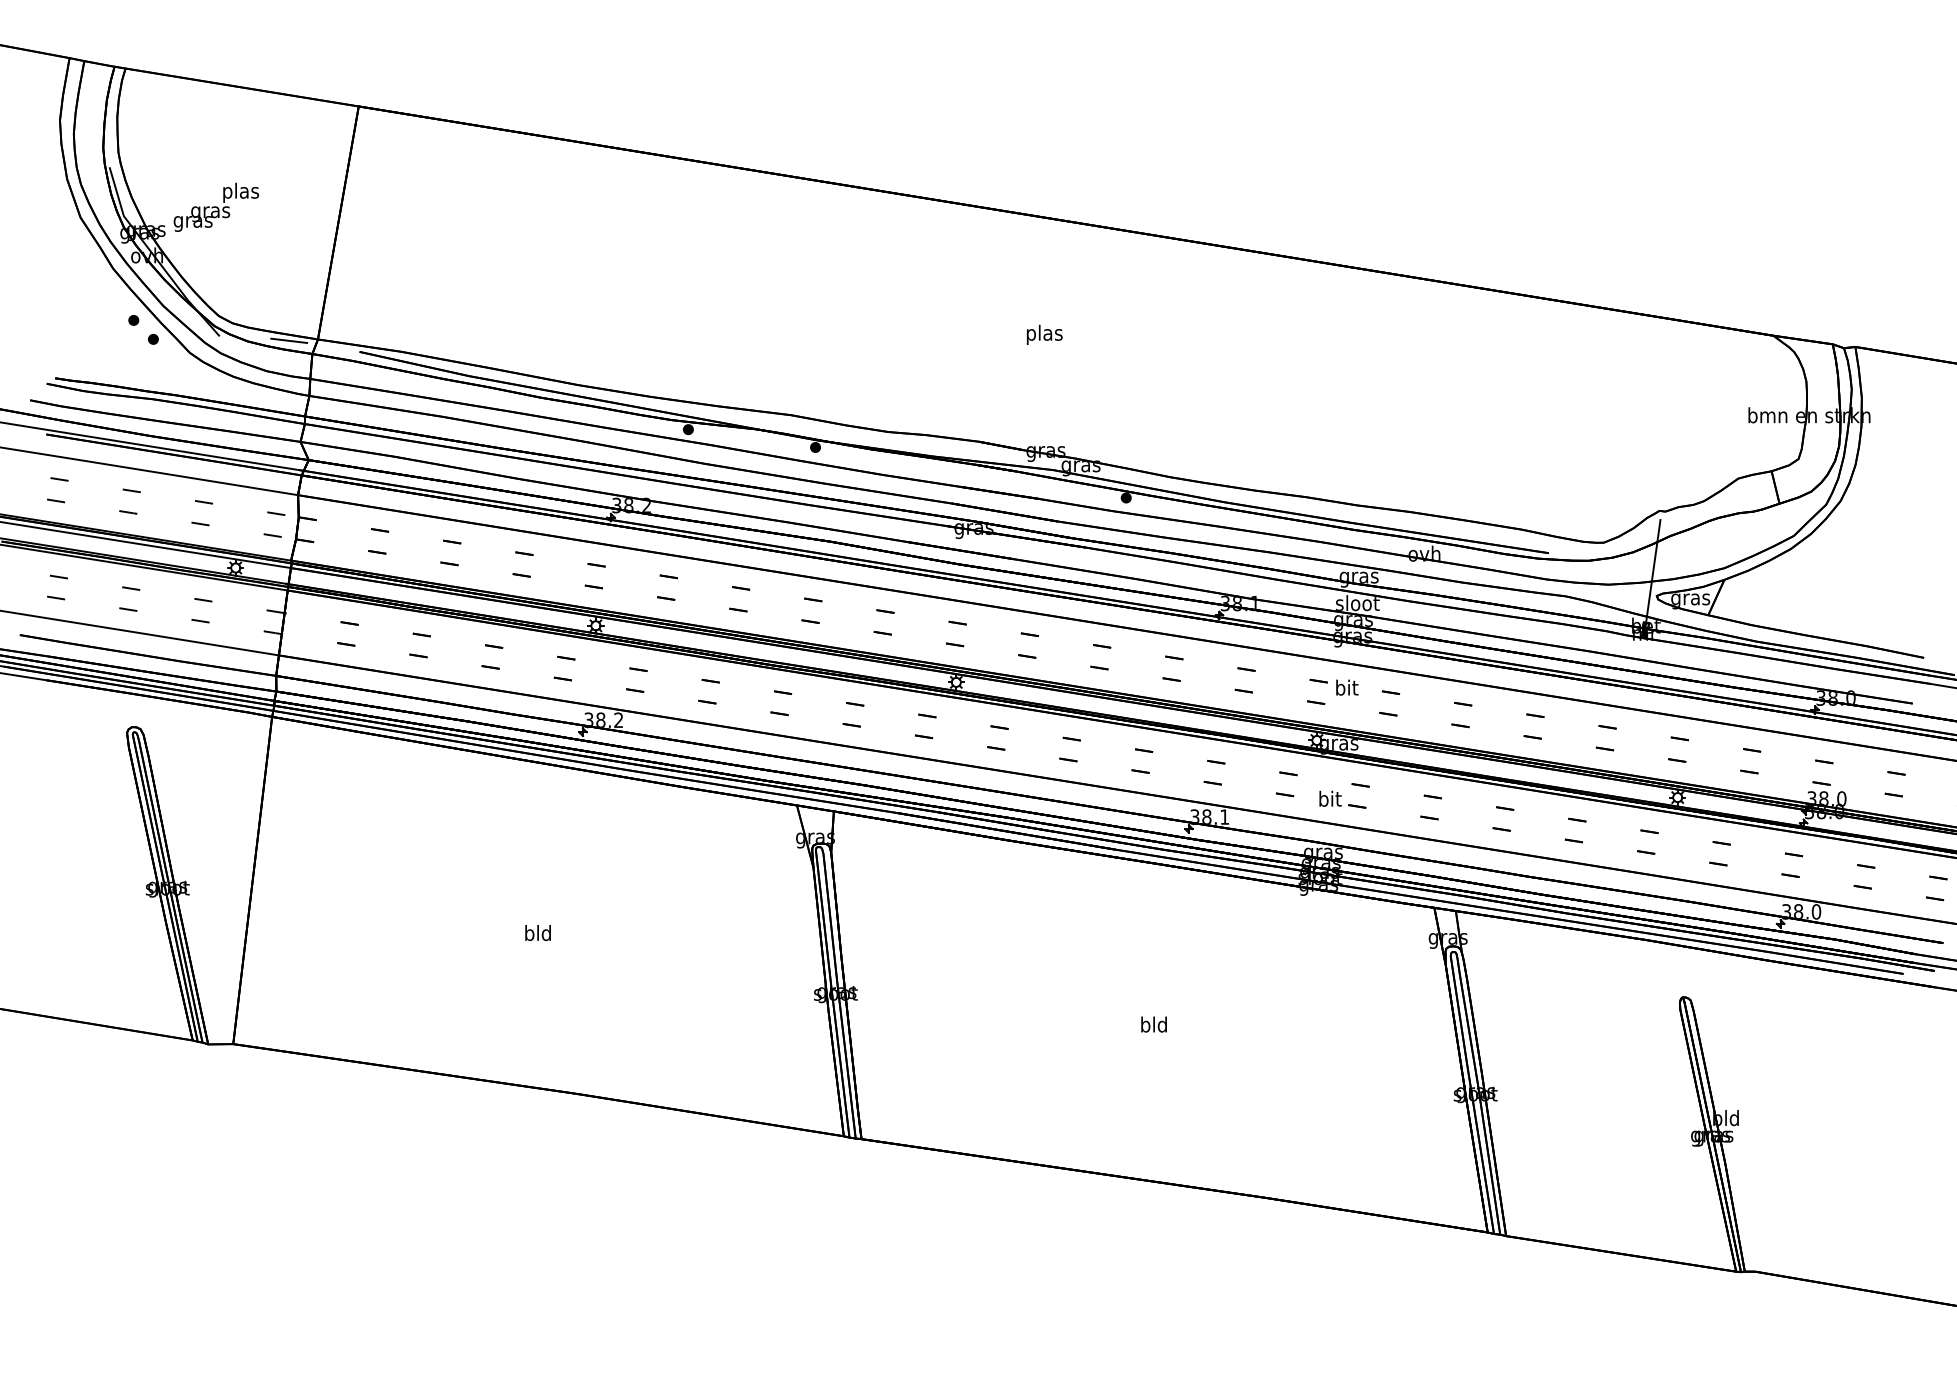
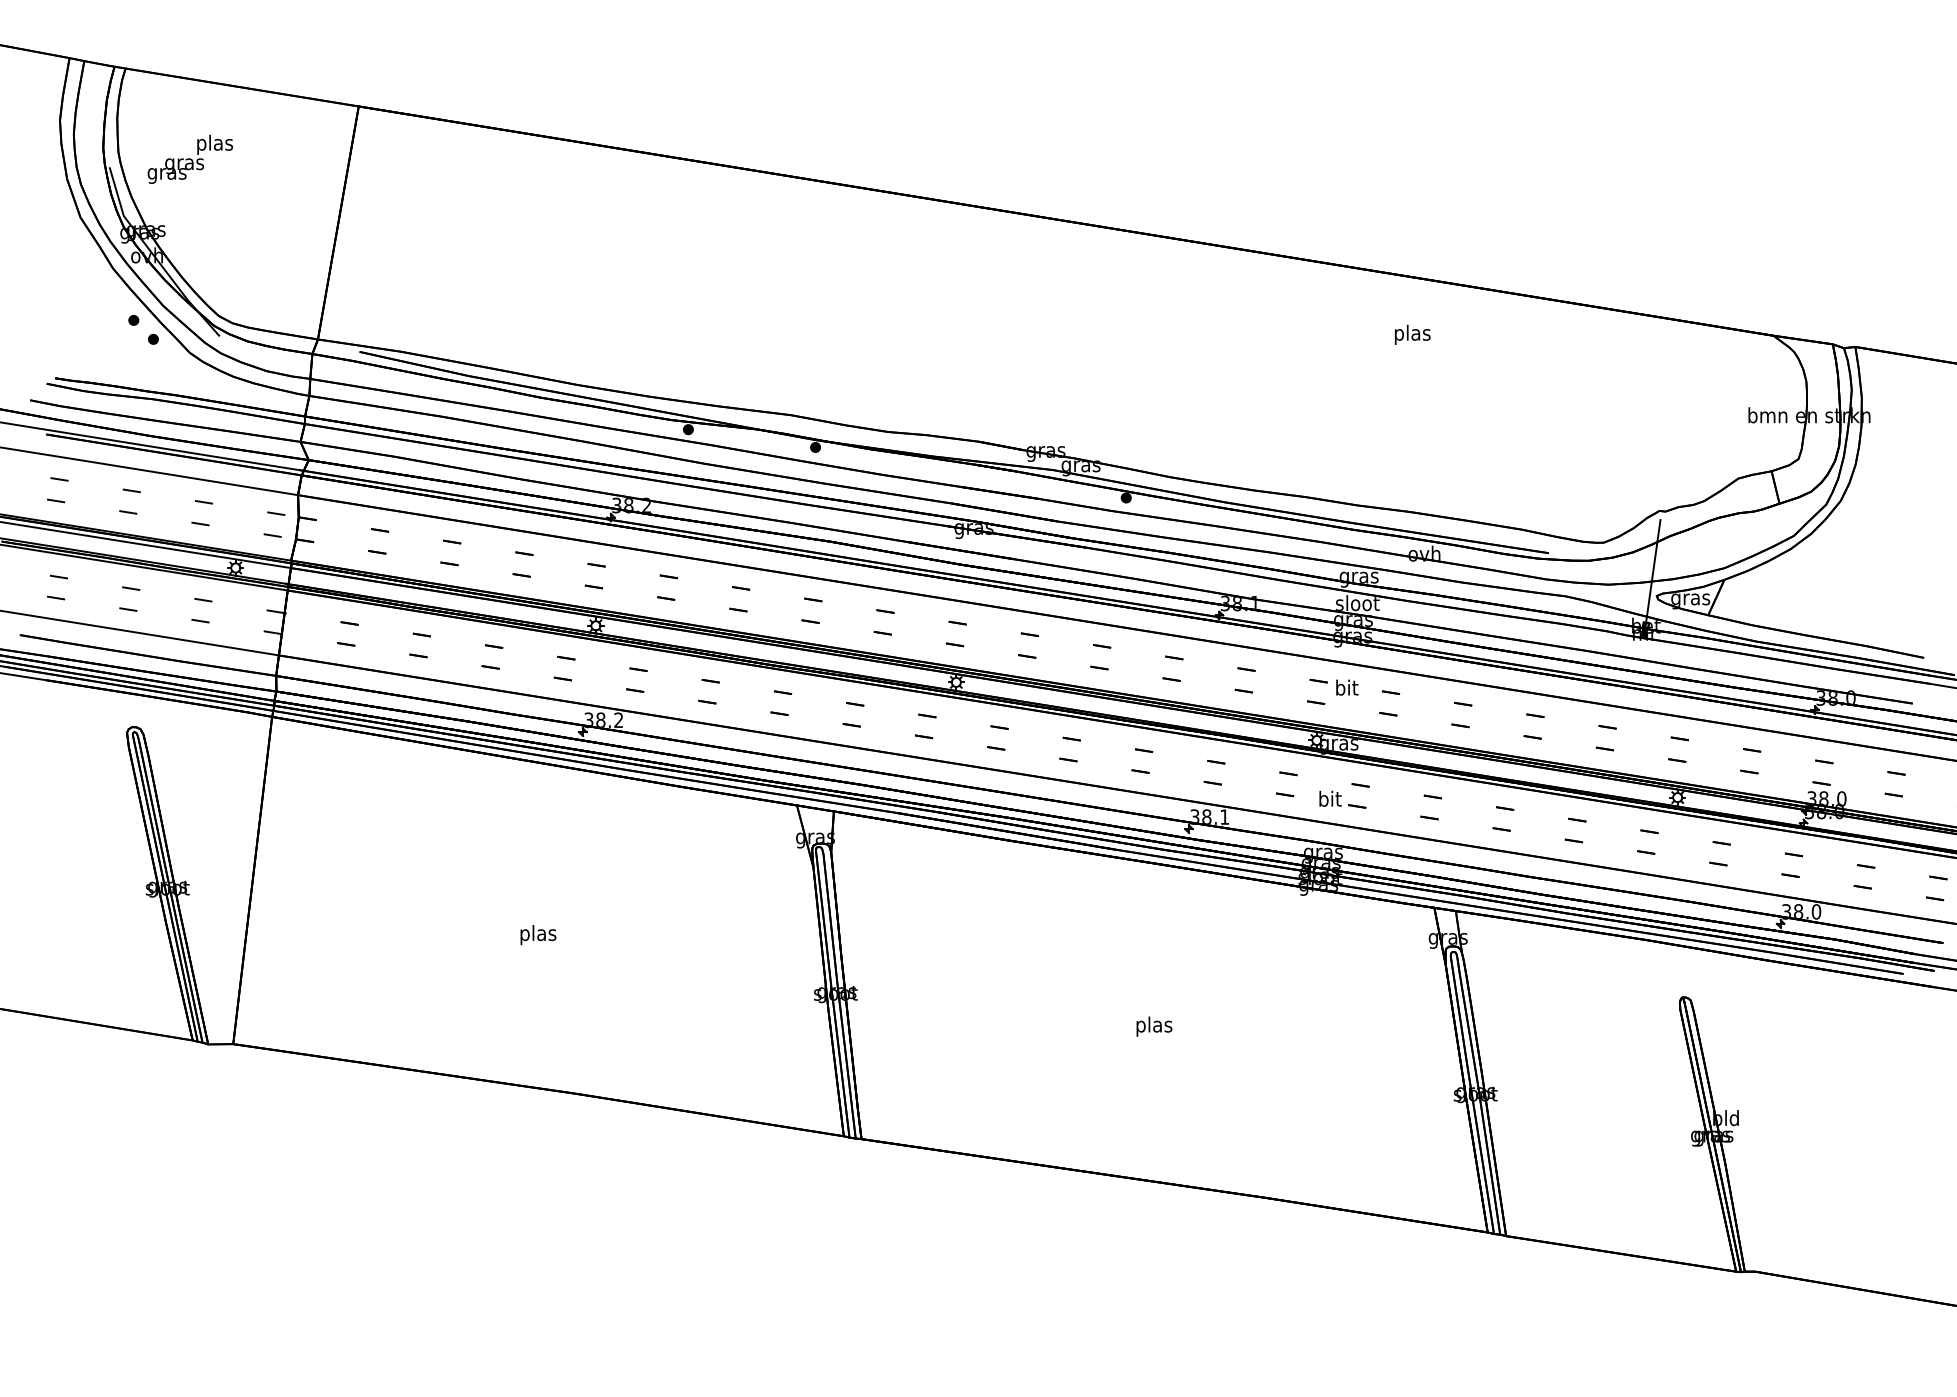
text at (216, 206) position: (216, 206) -> (190, 158)
text at (1044, 334) position: (1044, 334) -> (1412, 334)
line at (289, 340): present -> none
text at (538, 935): bld -> plas
text at (1154, 1026): bld -> plas
